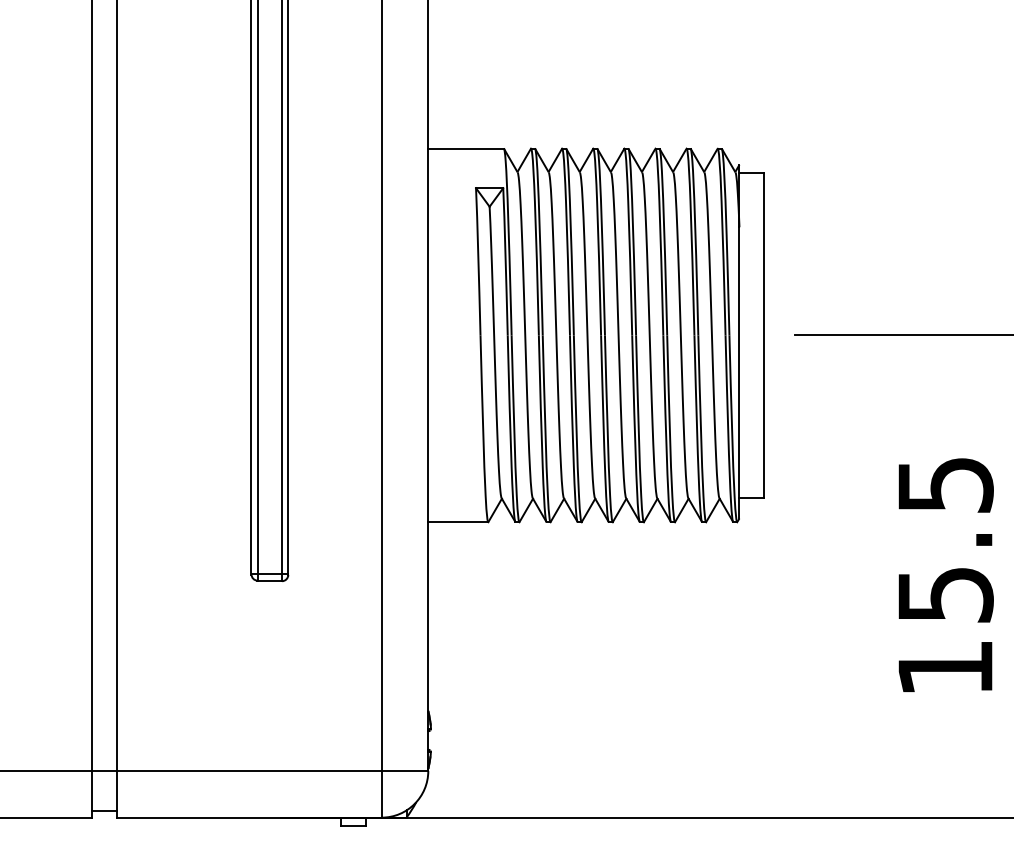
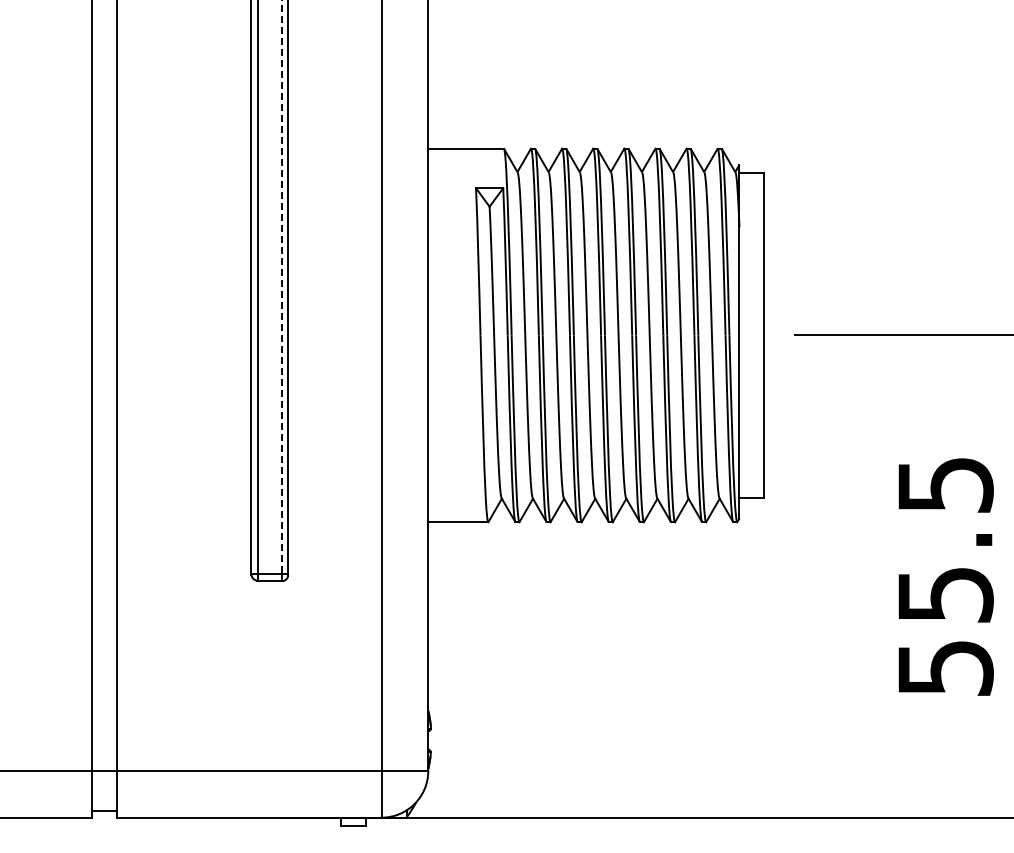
line at (281, 287): solid -> dashed
text at (945, 668): 15.5 -> 55.5
